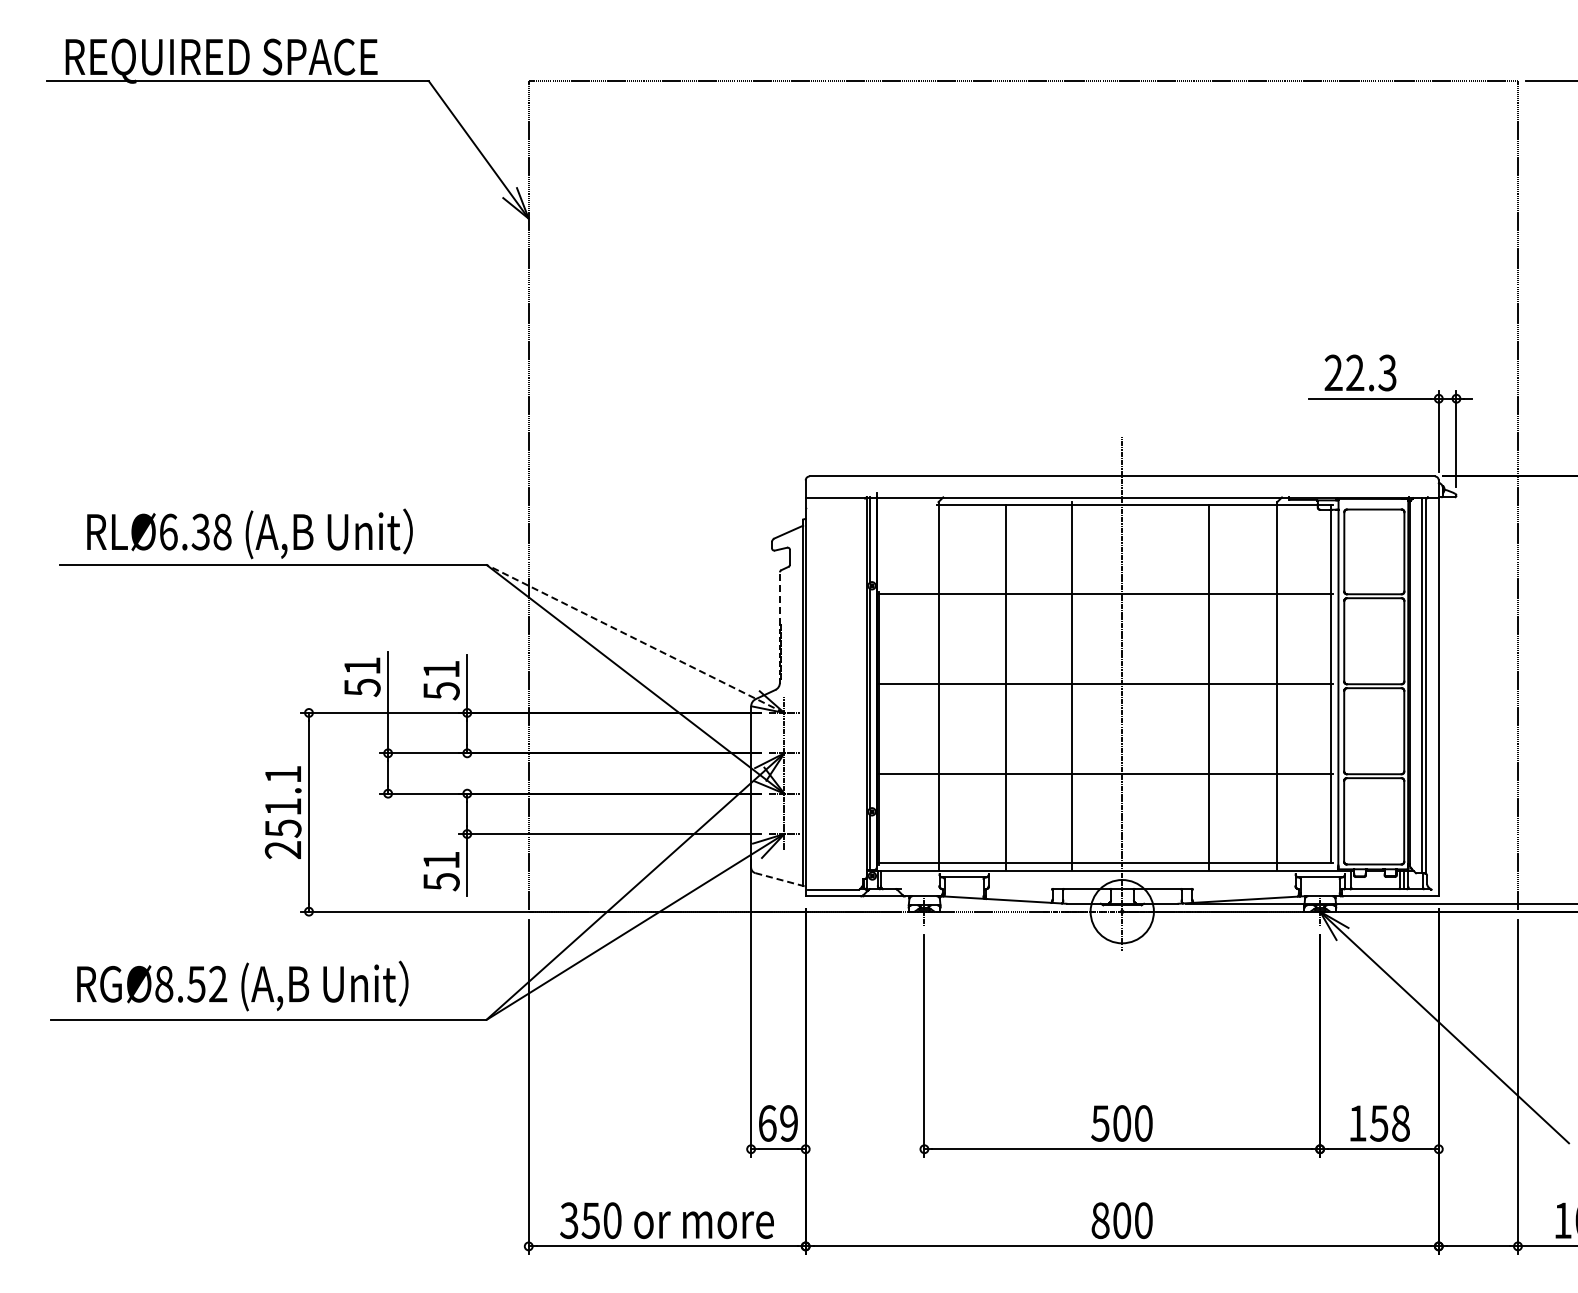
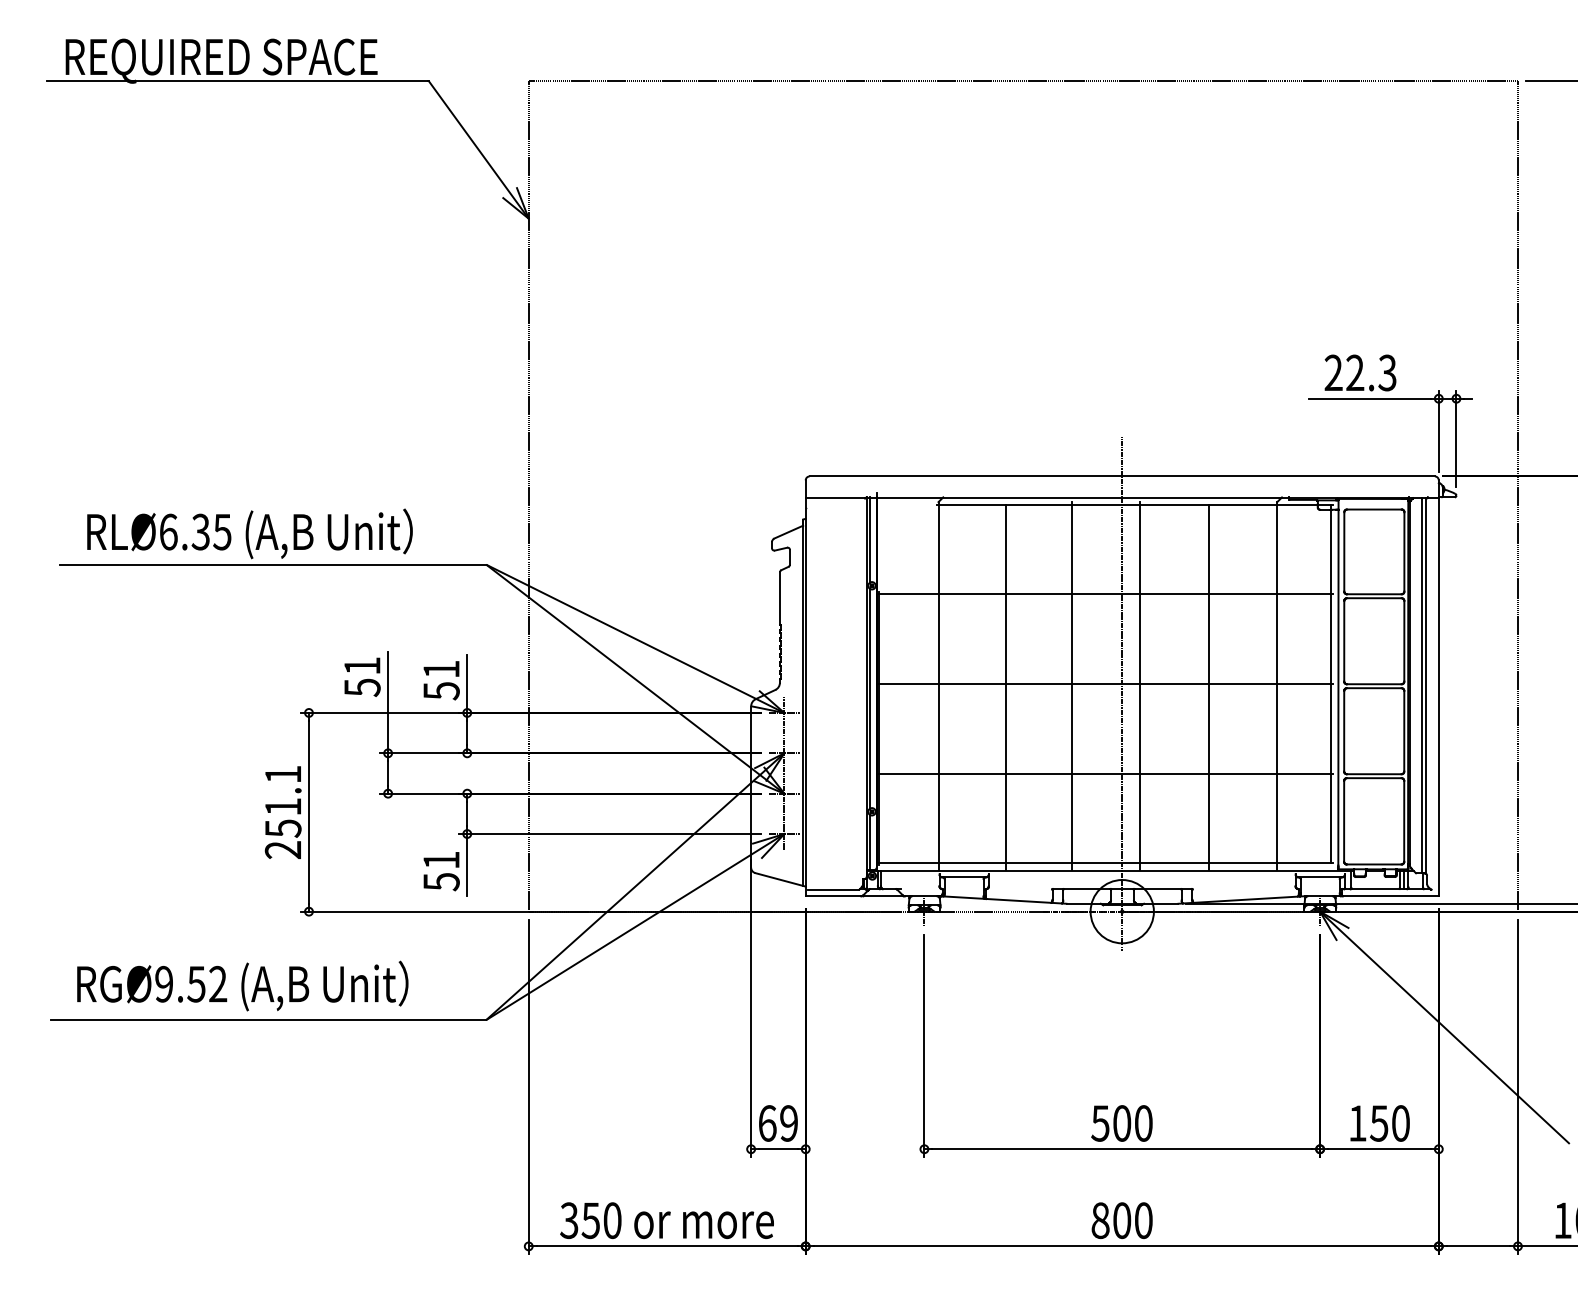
text at (222, 531): RLØ6.38 -> RLØ6.35
line at (779, 598): dashed -> solid
line at (634, 638): dashed -> solid
line at (1140, 685): none -> present
line at (781, 879): dashed -> solid
text at (164, 983): RGØ8.52 -> RGØ9.52
text at (1400, 1123): 158 -> 150
